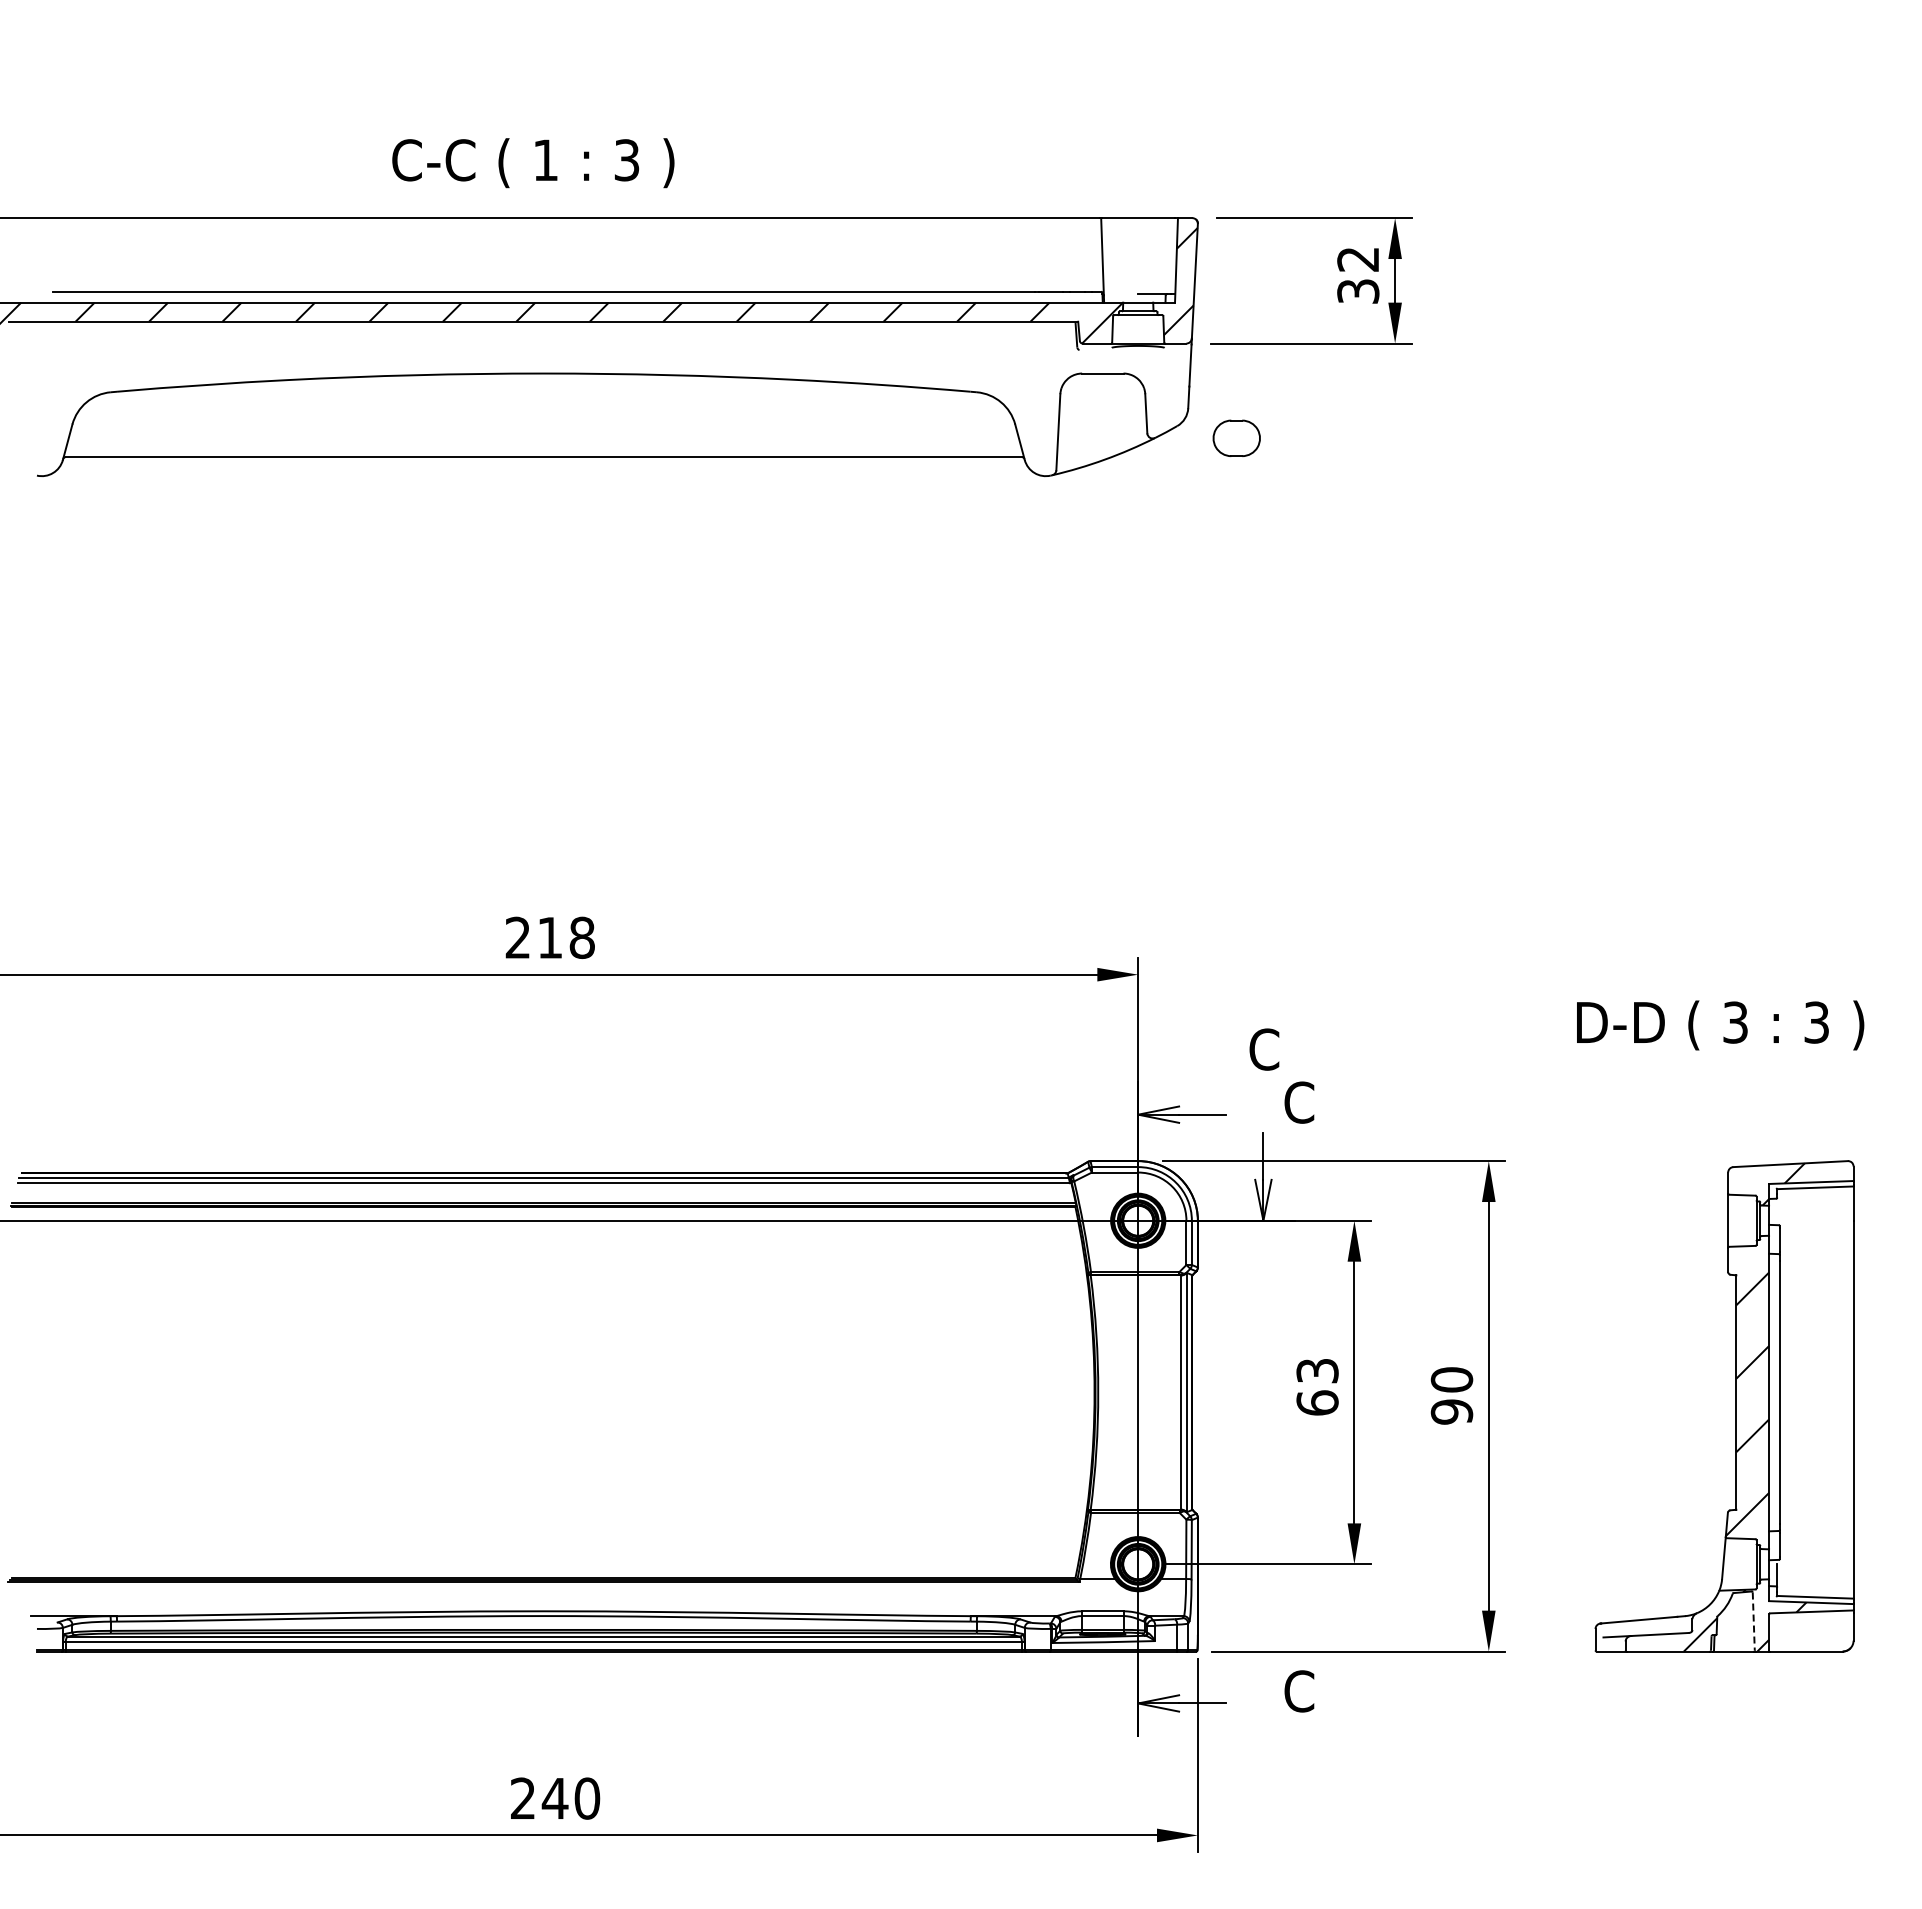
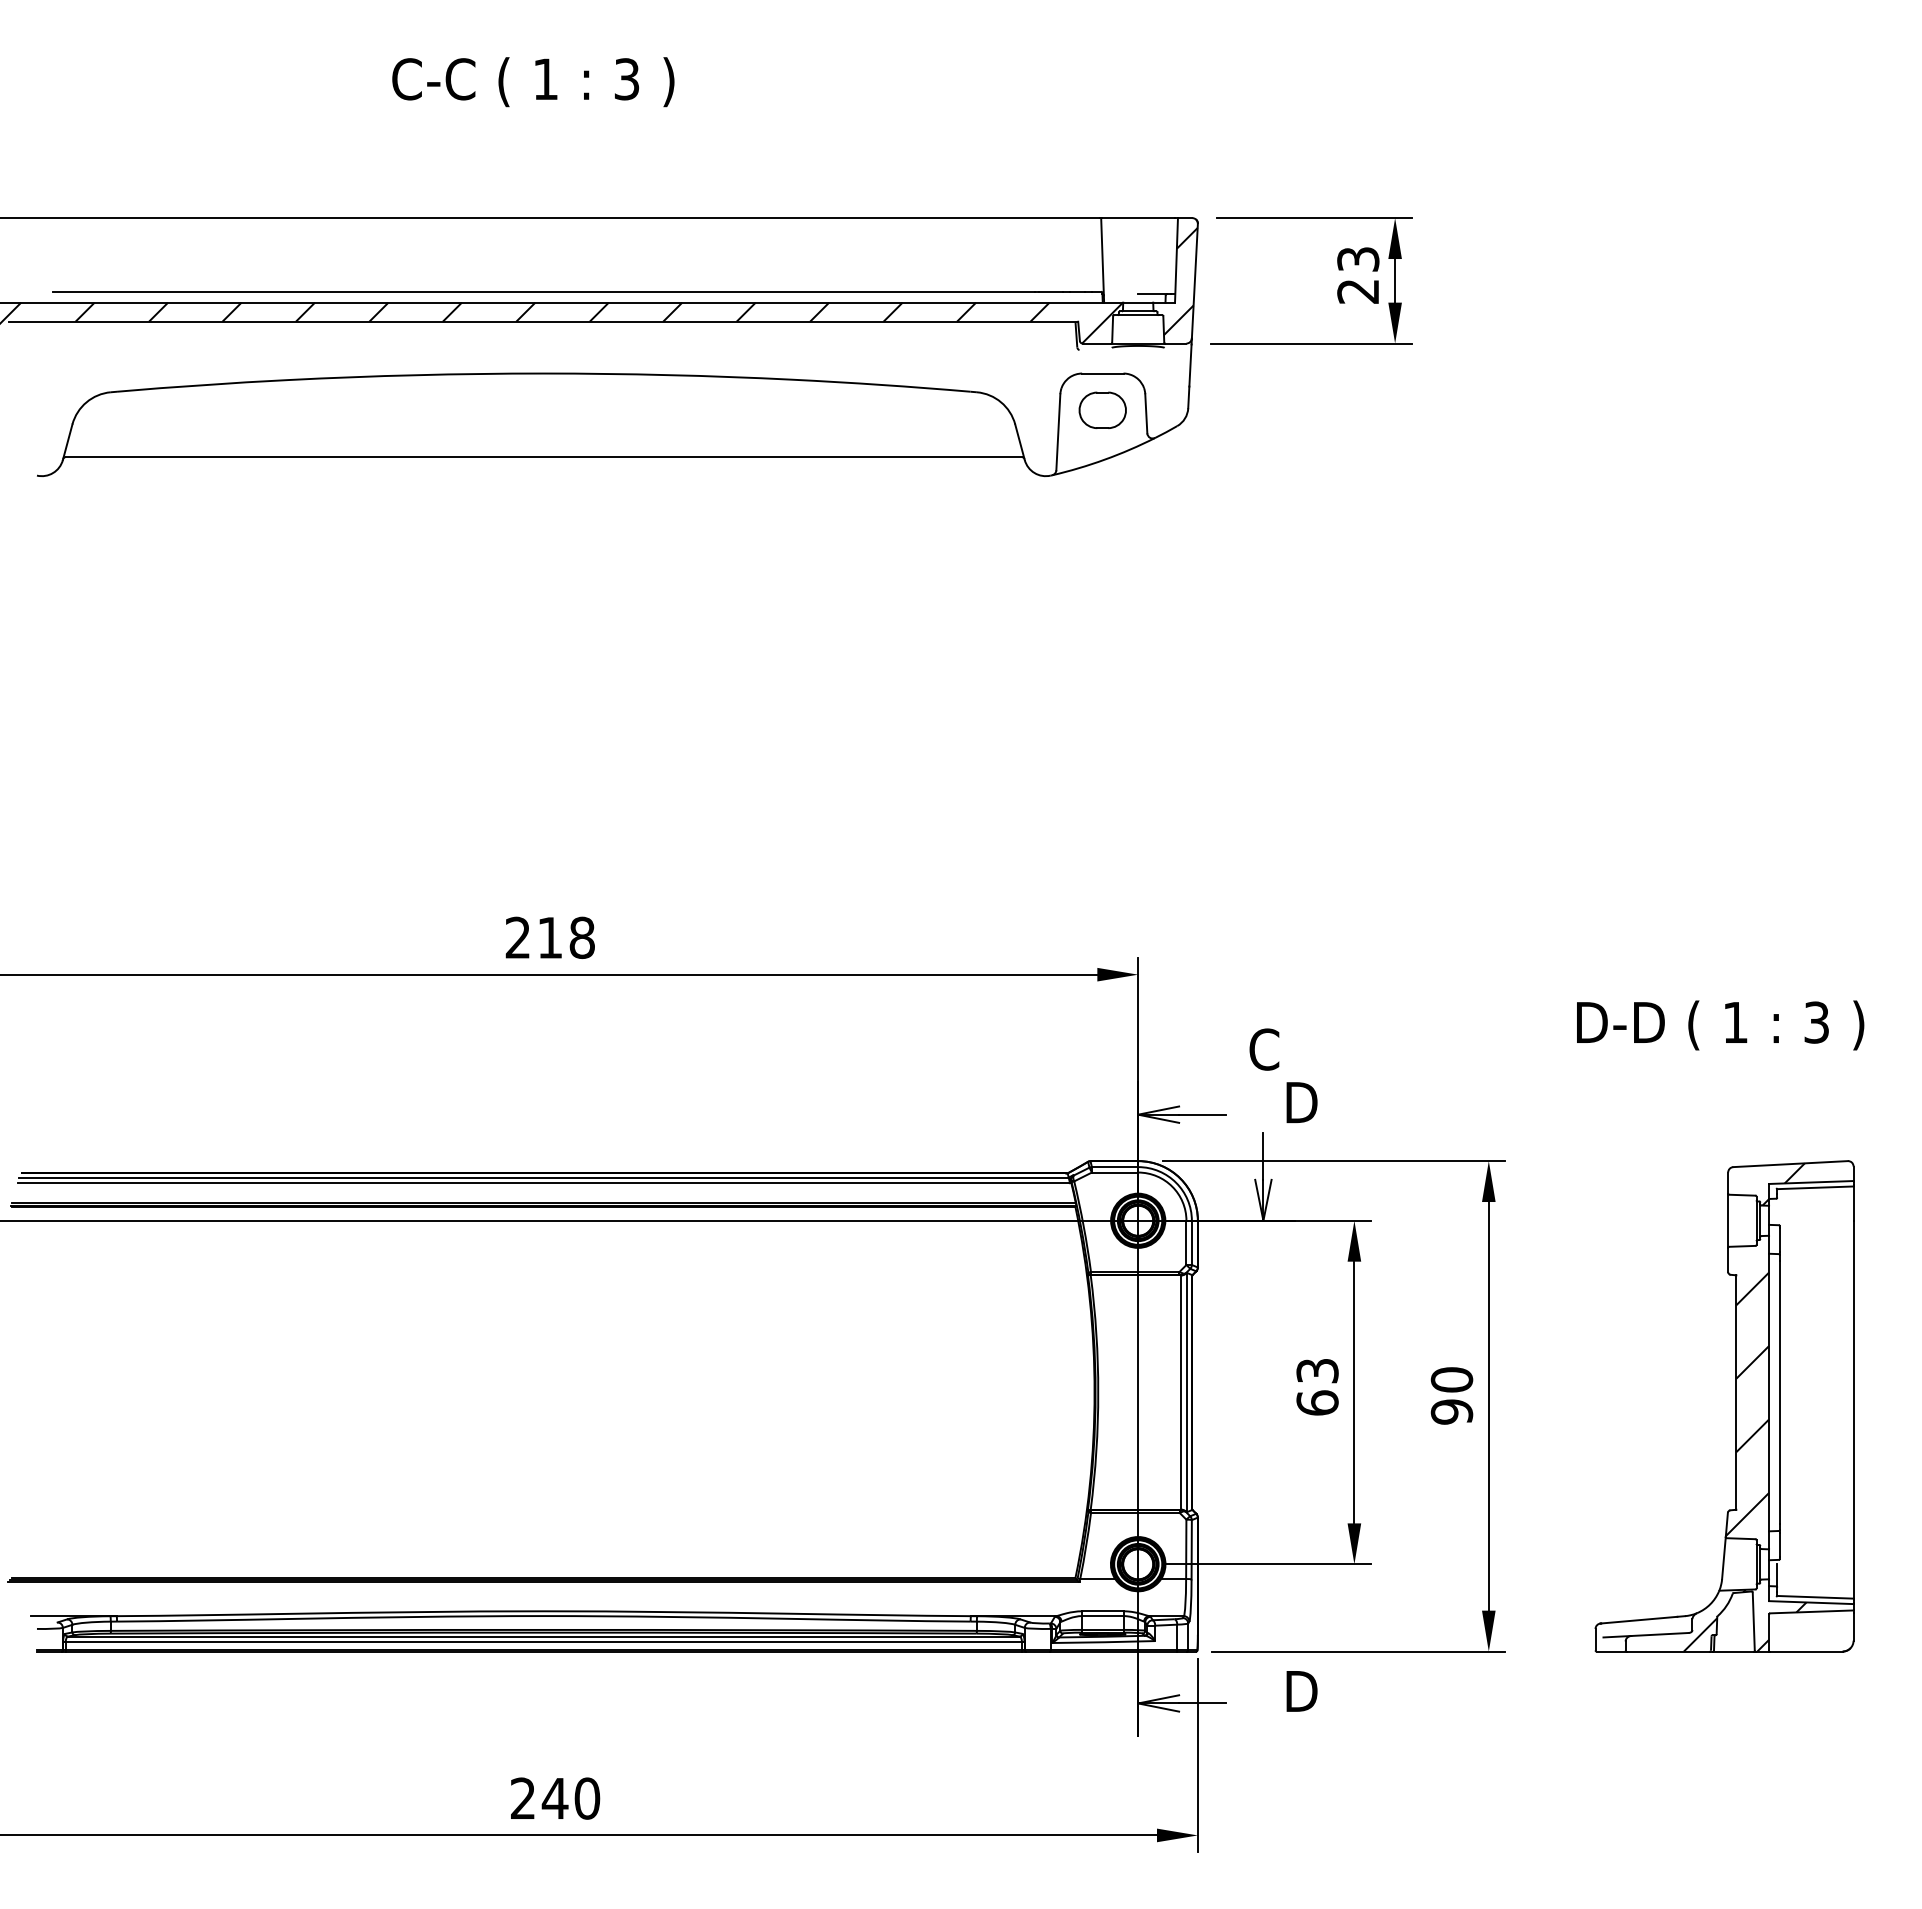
text at (533, 163) position: (533, 163) -> (533, 82)
text at (1358, 275): 32 -> 23
part at (1236, 437) position: (1236, 437) -> (1102, 409)
text at (1735, 1022): 3 -> 1
text at (1300, 1102): C -> D
line at (1753, 1622): dashed -> solid
text at (1300, 1691): C -> D
